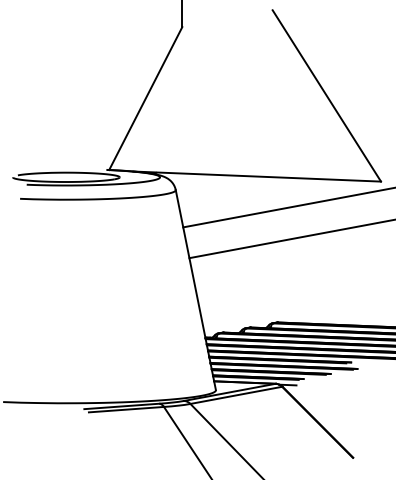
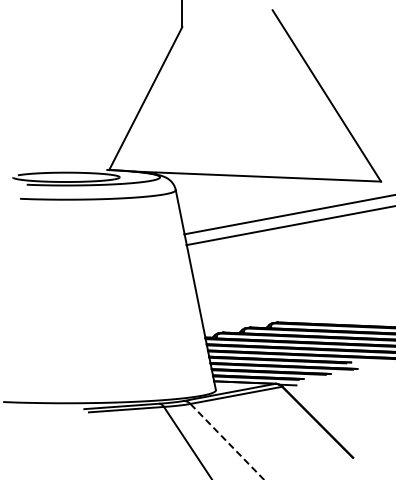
line at (287, 207) position: (287, 207) -> (288, 214)
line at (290, 239) position: (290, 239) -> (289, 225)
line at (227, 441): solid -> dashed
